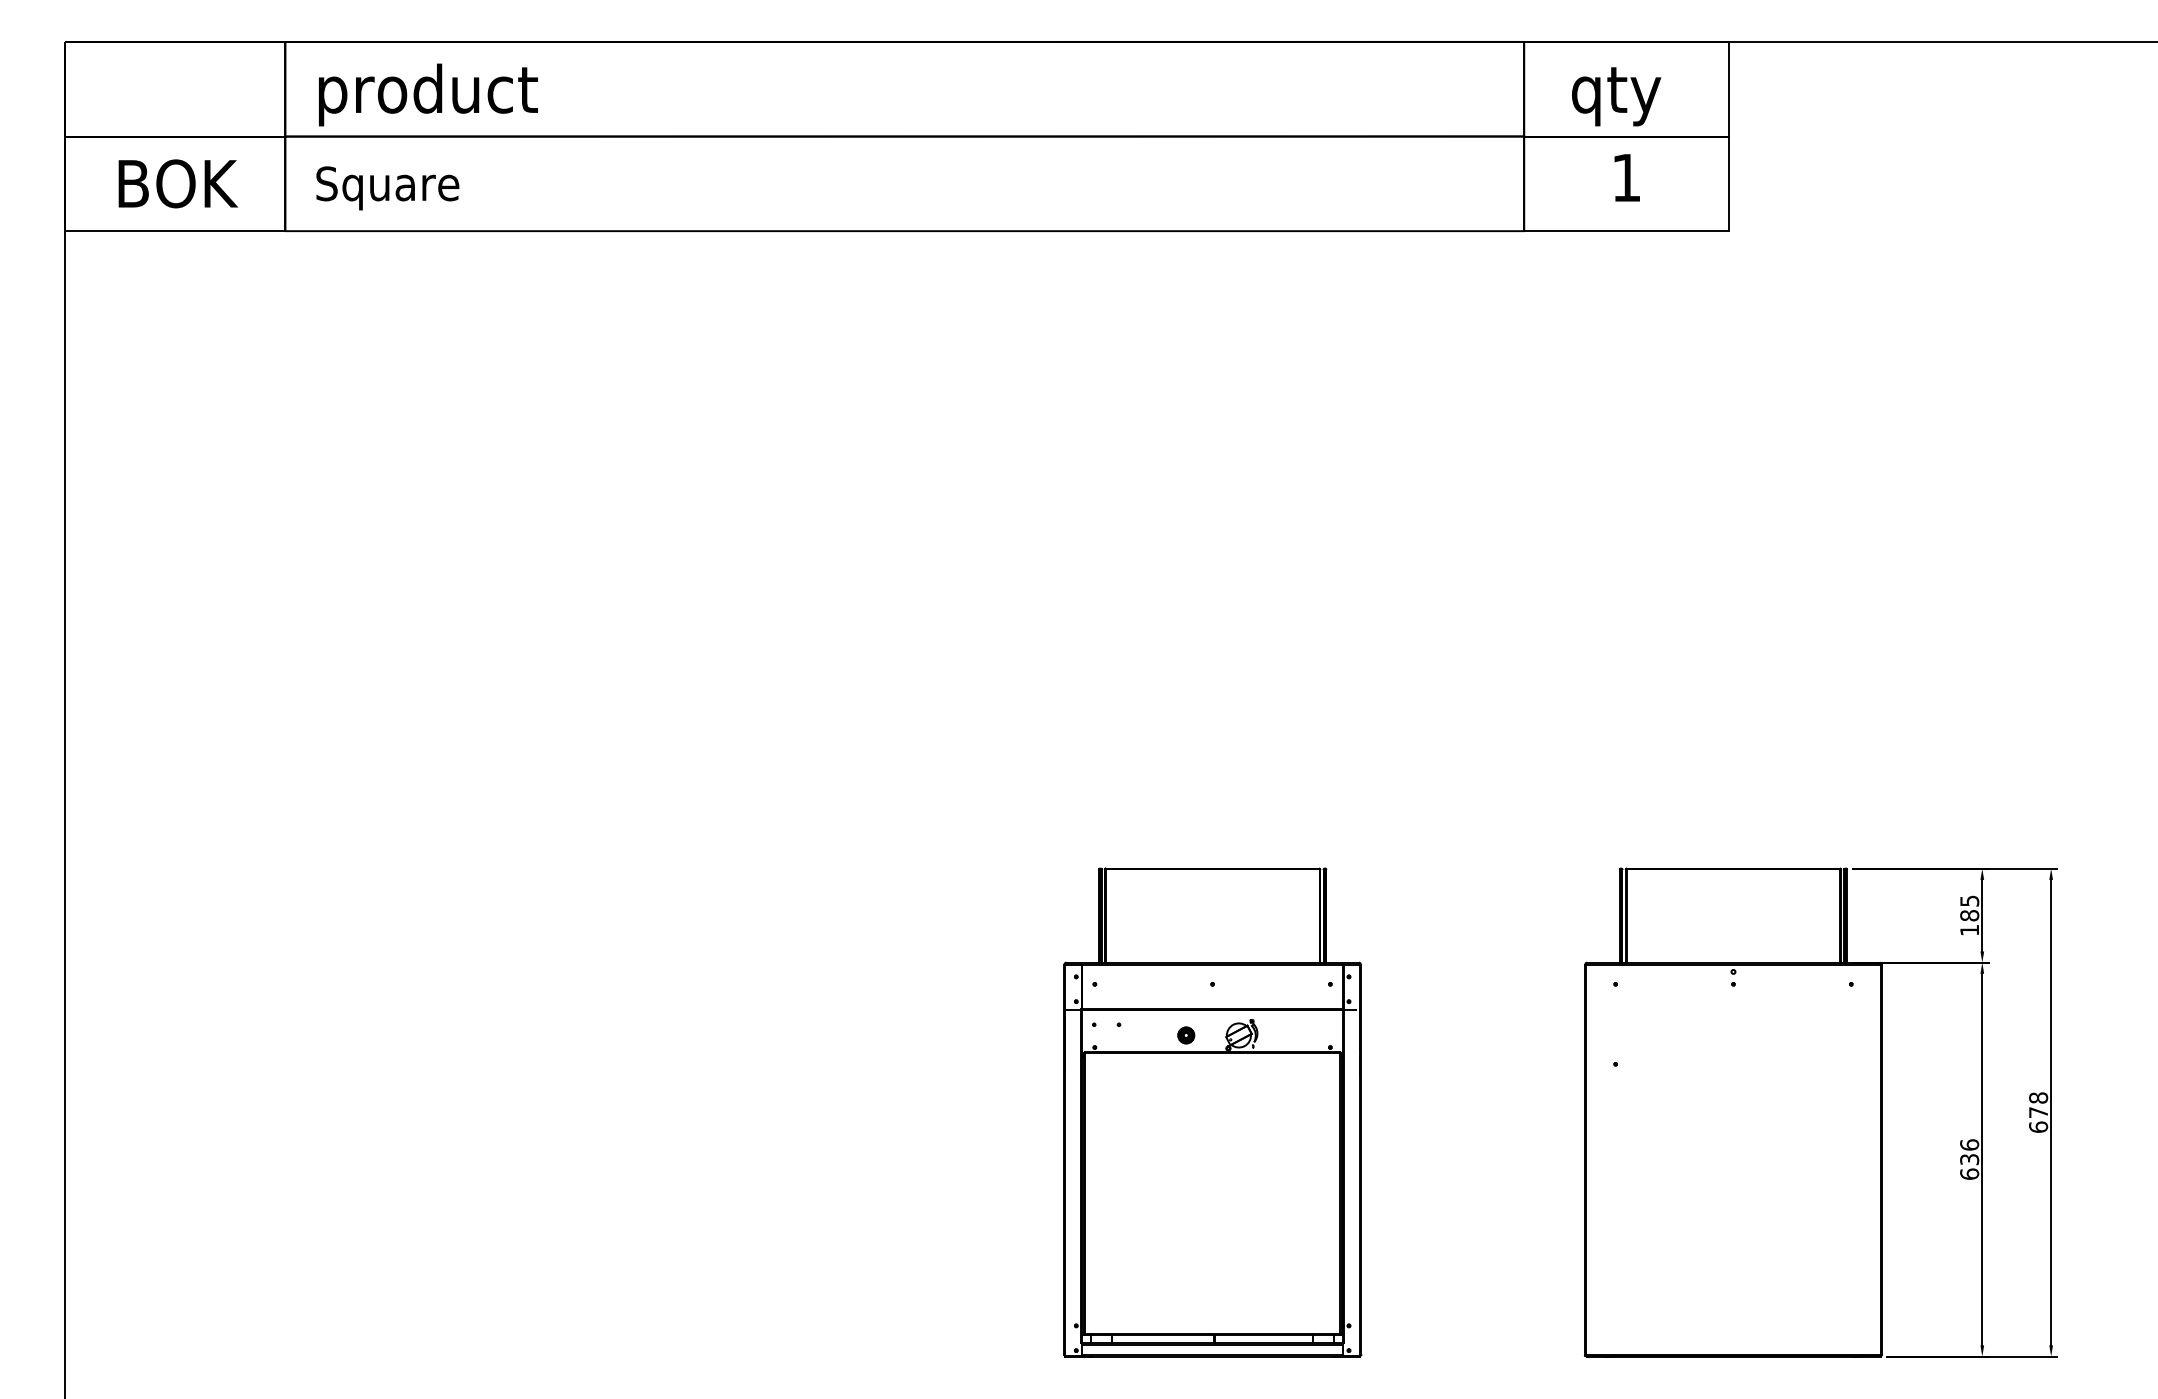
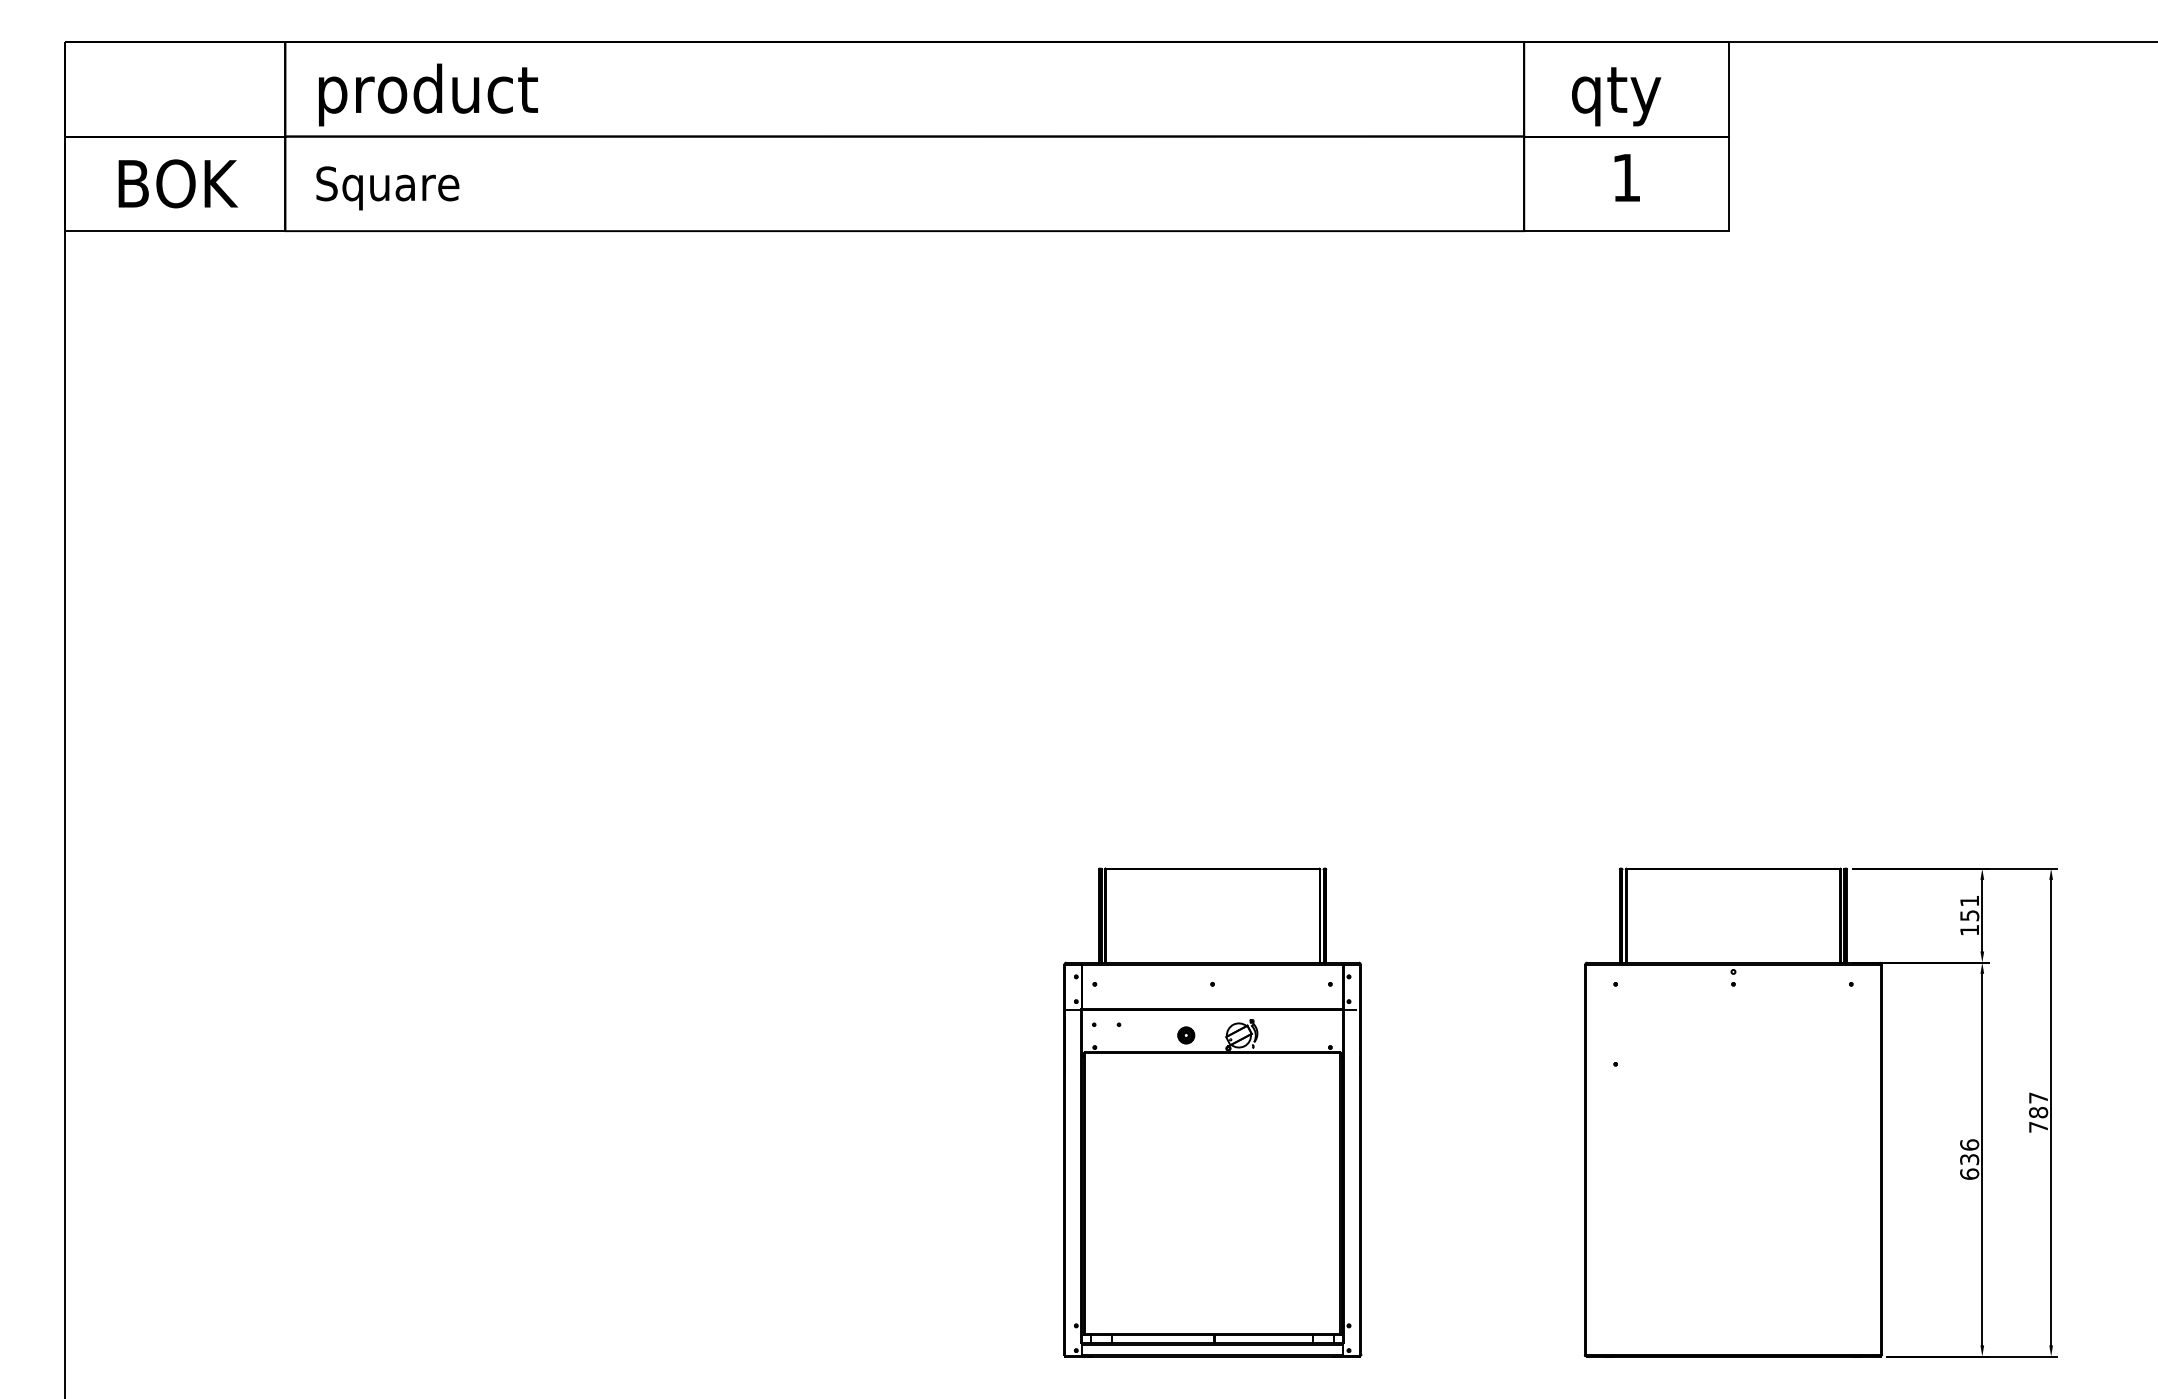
text at (1969, 908): 185 -> 151
text at (2038, 1112): 678 -> 787
